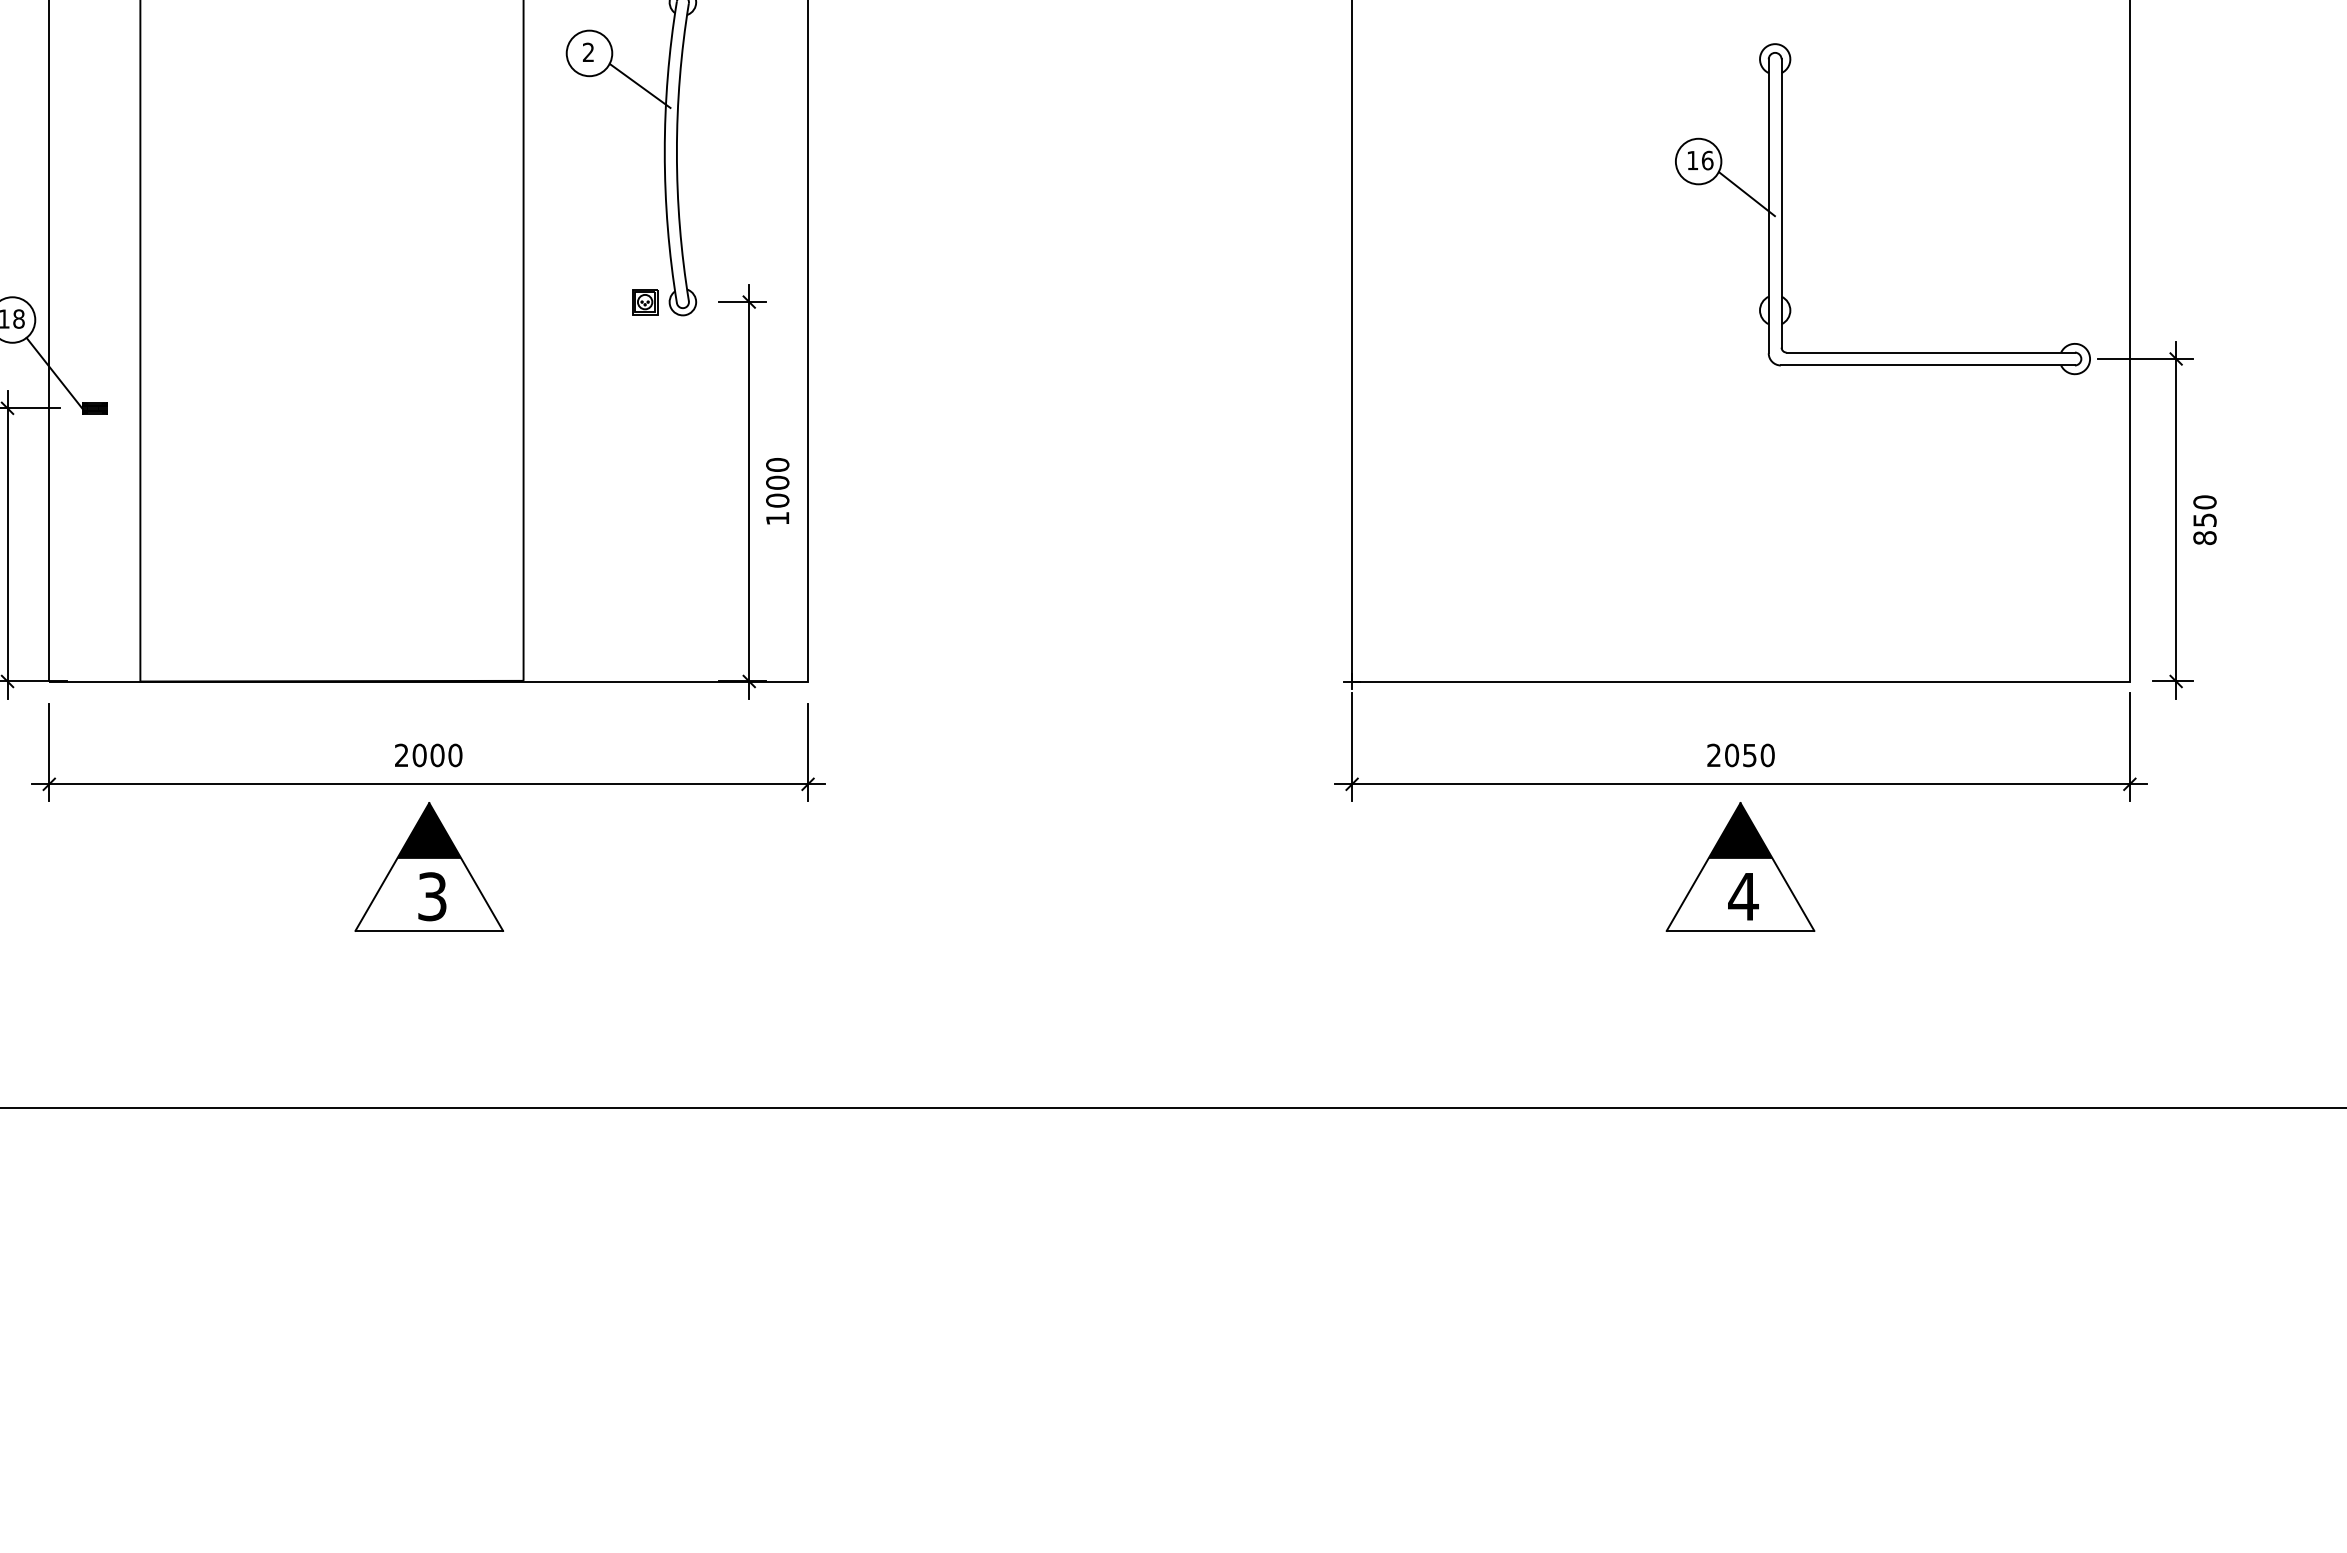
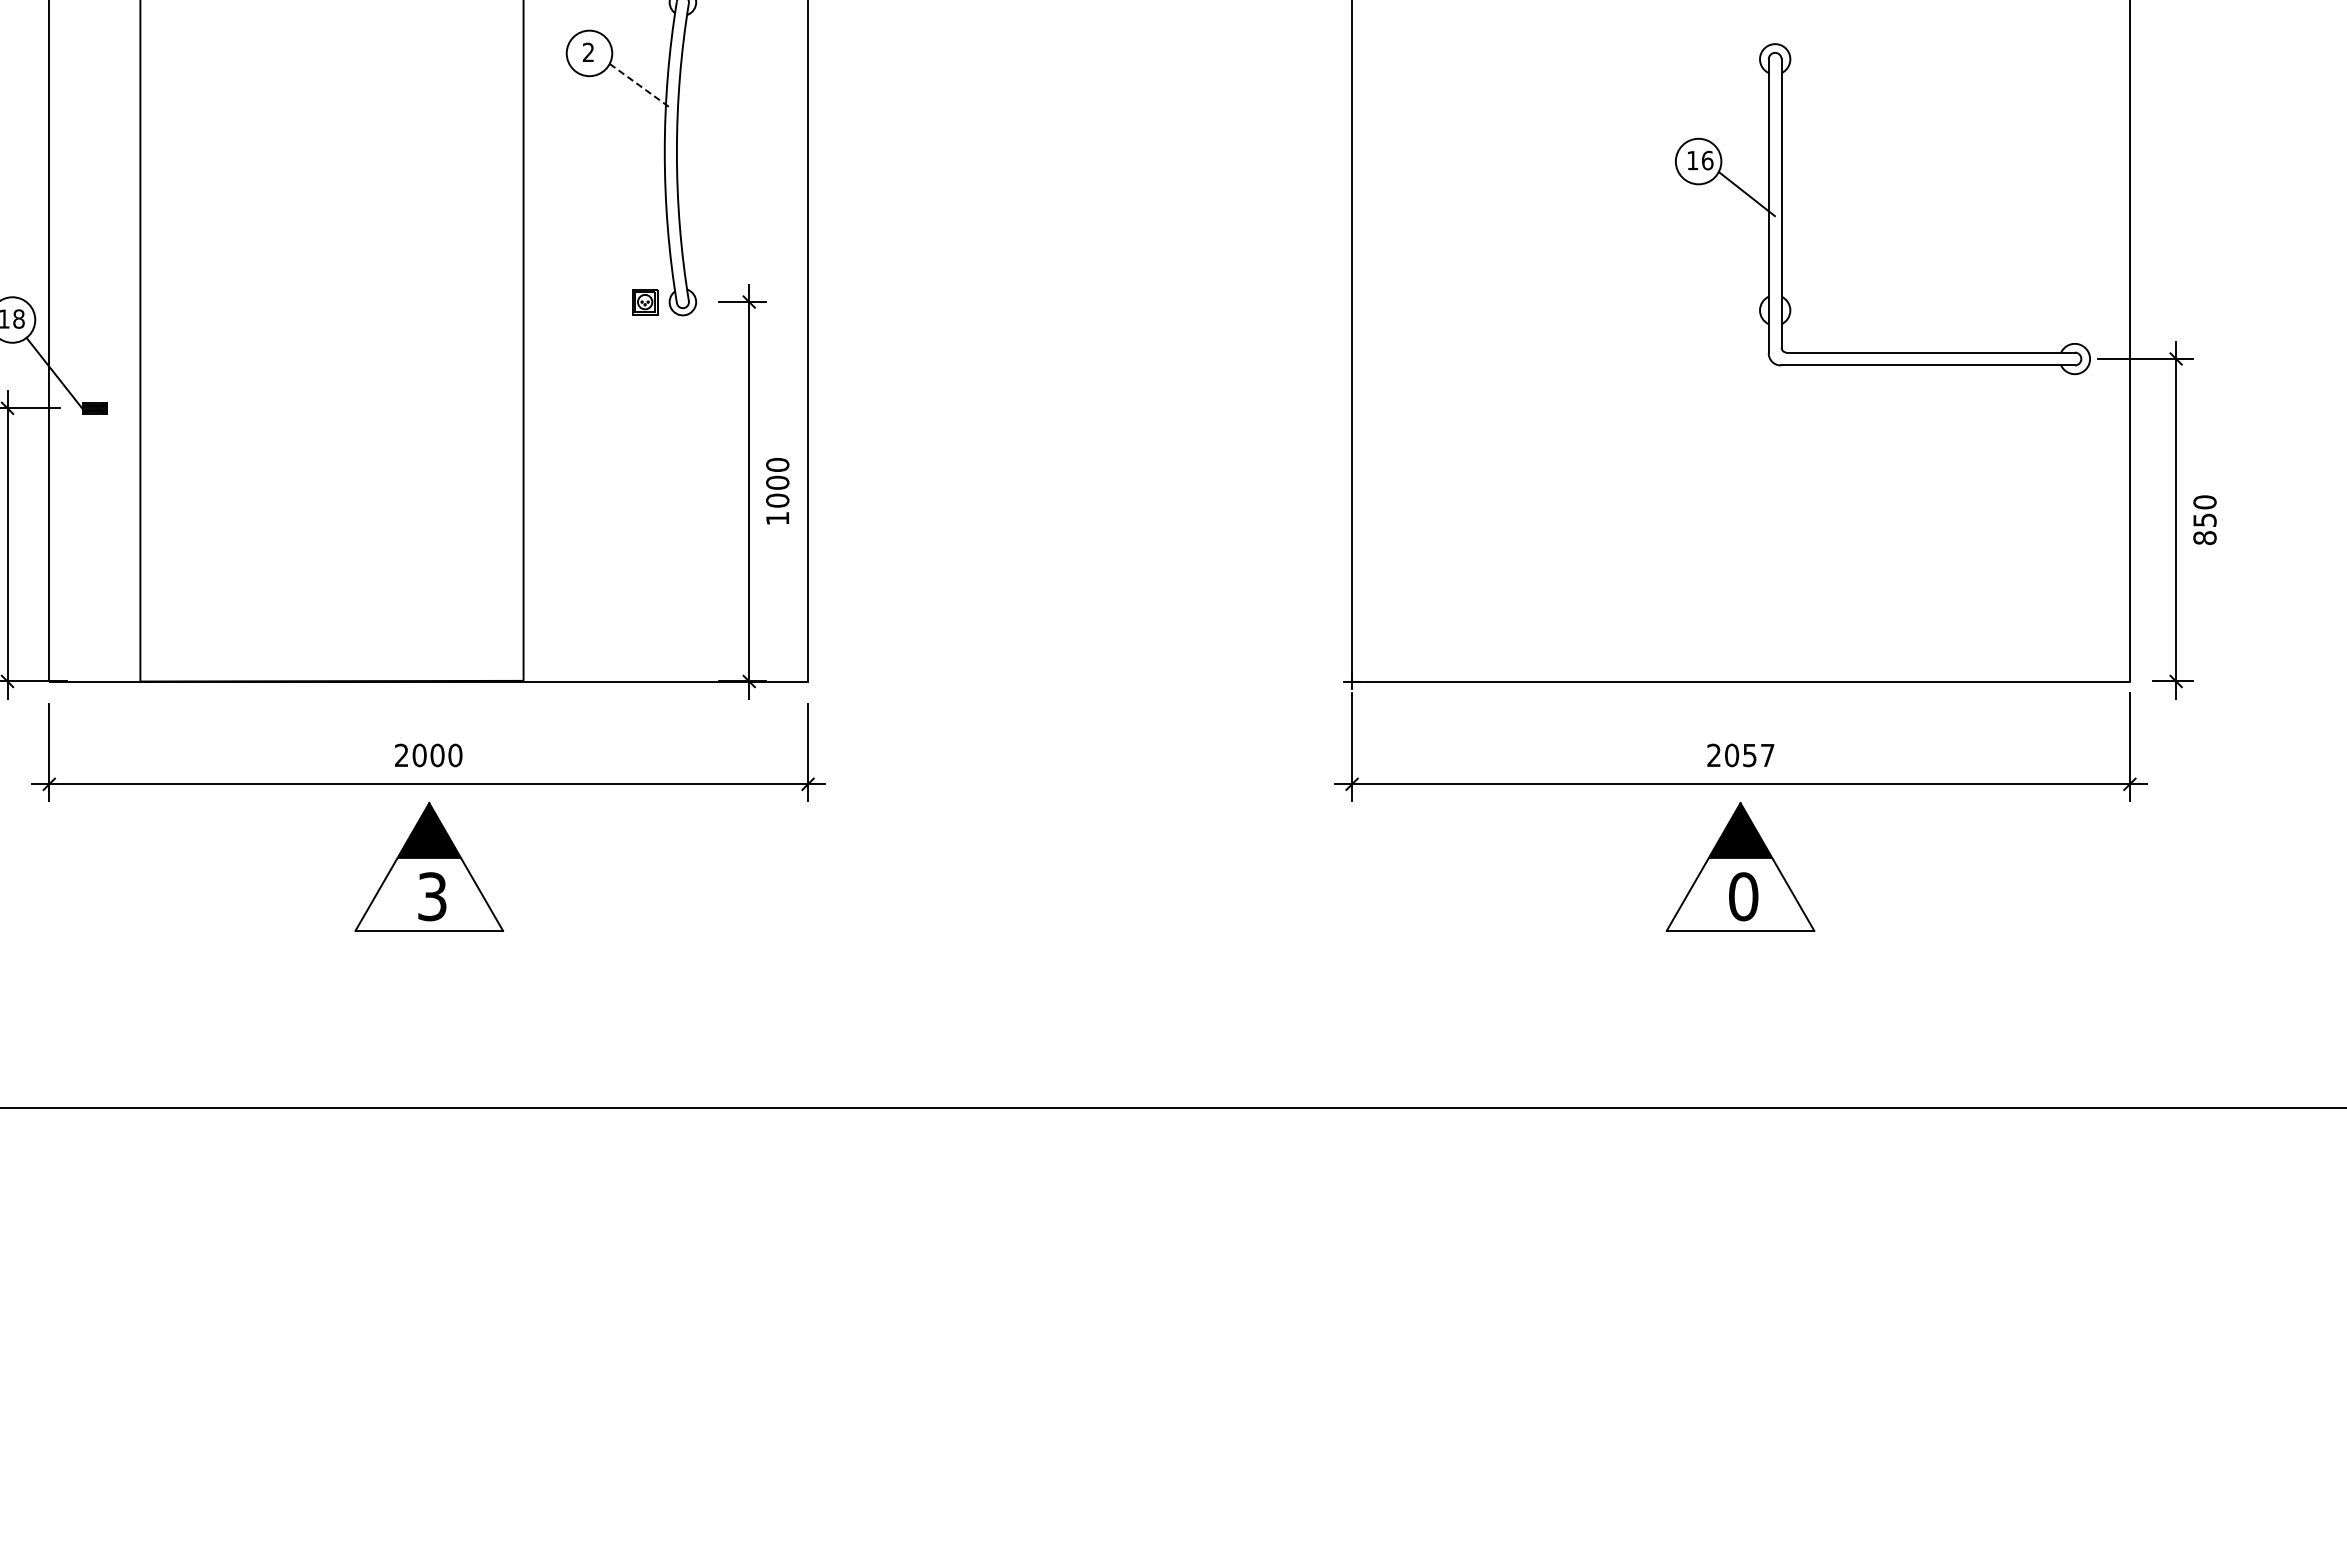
line at (640, 85): solid -> dashed
text at (1767, 755): 2050 -> 2057
text at (1743, 896): 4 -> 0
